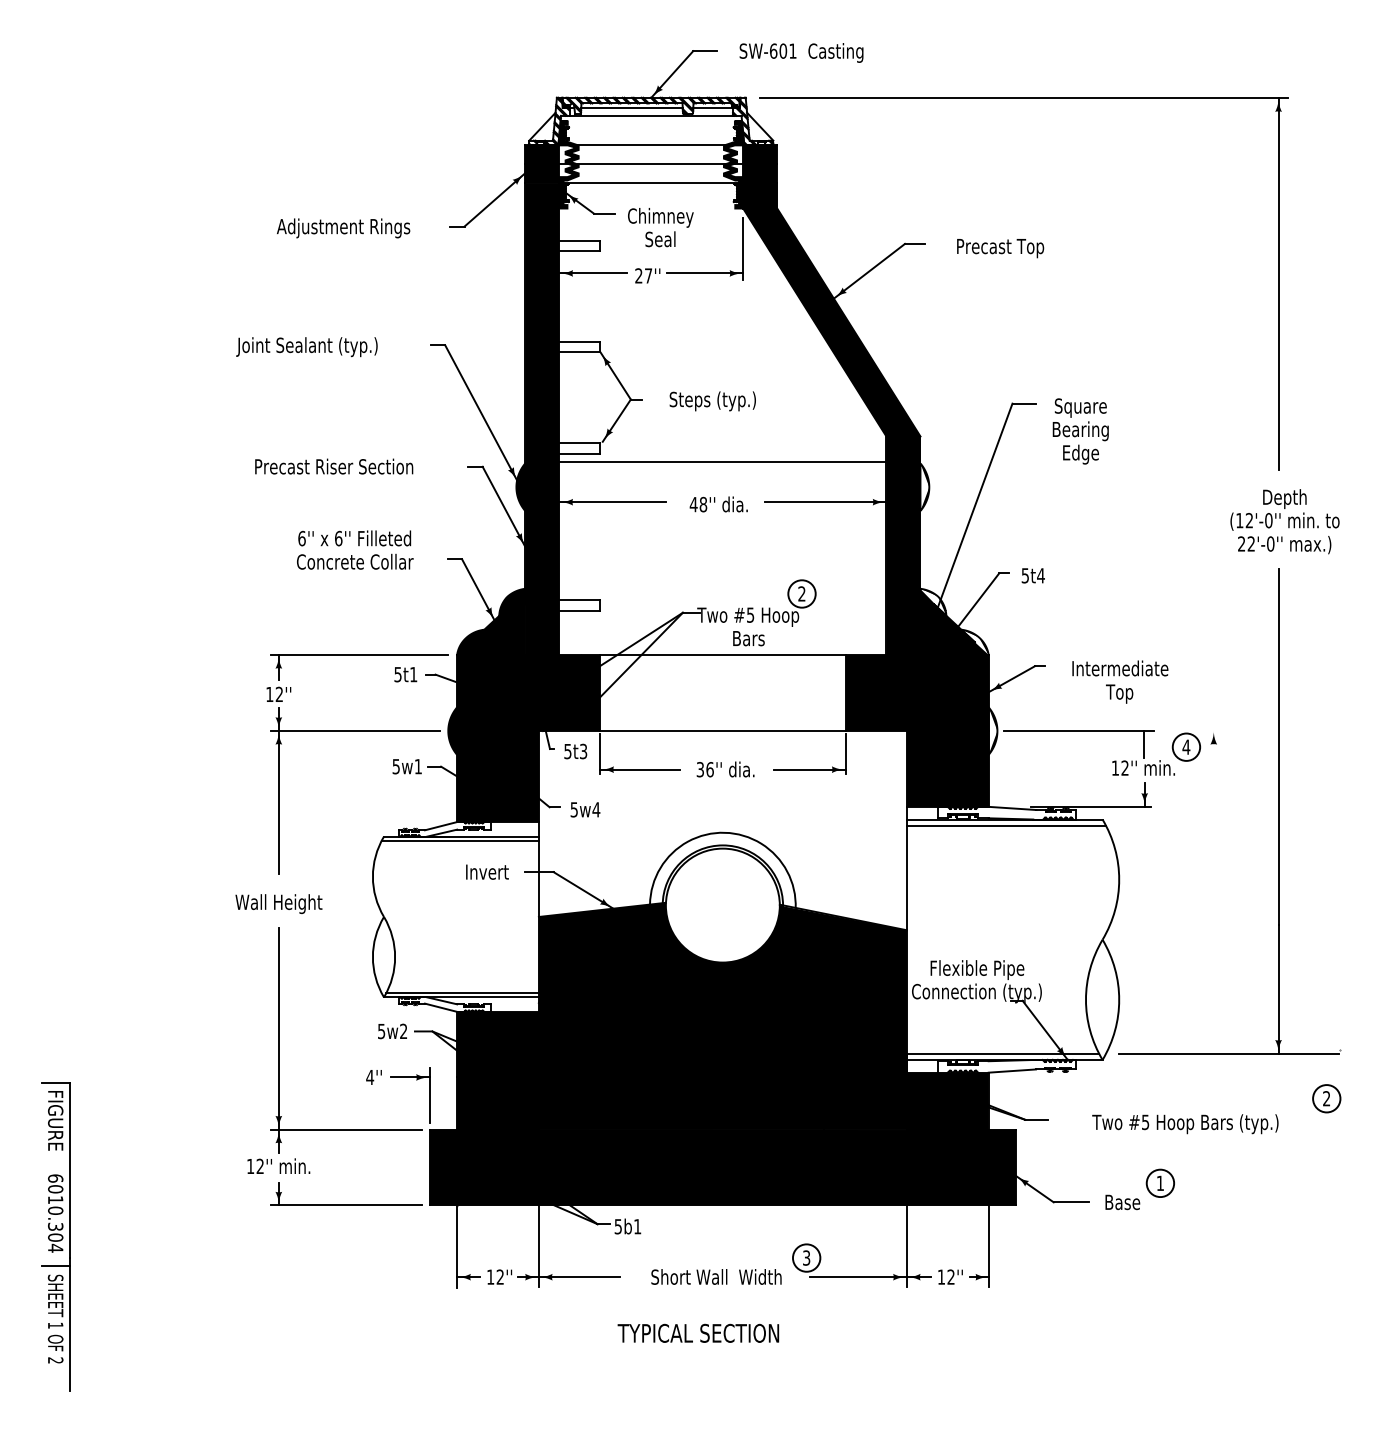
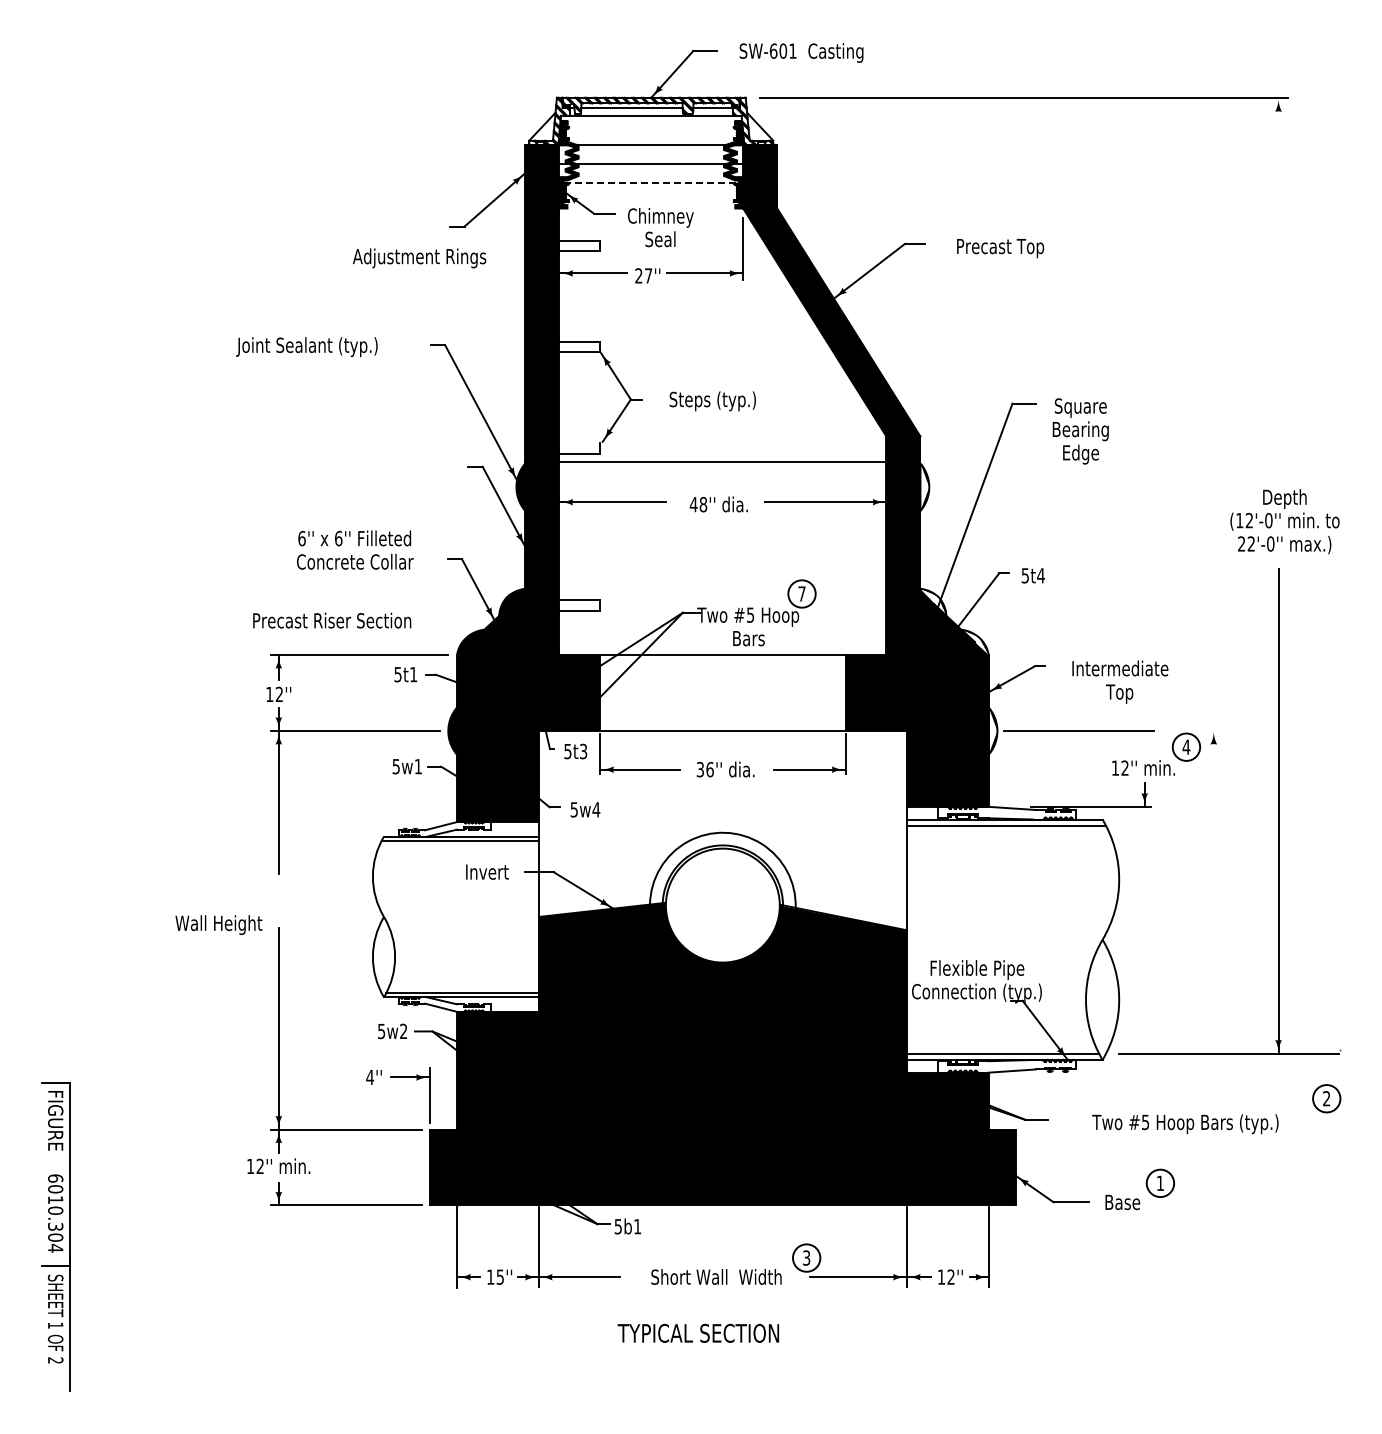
line at (651, 183): solid -> dashed
text at (343, 228) position: (343, 228) -> (419, 258)
line at (1278, 283): present -> none
line at (579, 442): present -> none
text at (334, 466) position: (334, 466) -> (332, 620)
text at (801, 593): 2 -> 7
line at (1143, 744): present -> none
text at (278, 903) position: (278, 903) -> (218, 924)
text at (499, 1276): 12'' -> 15''
